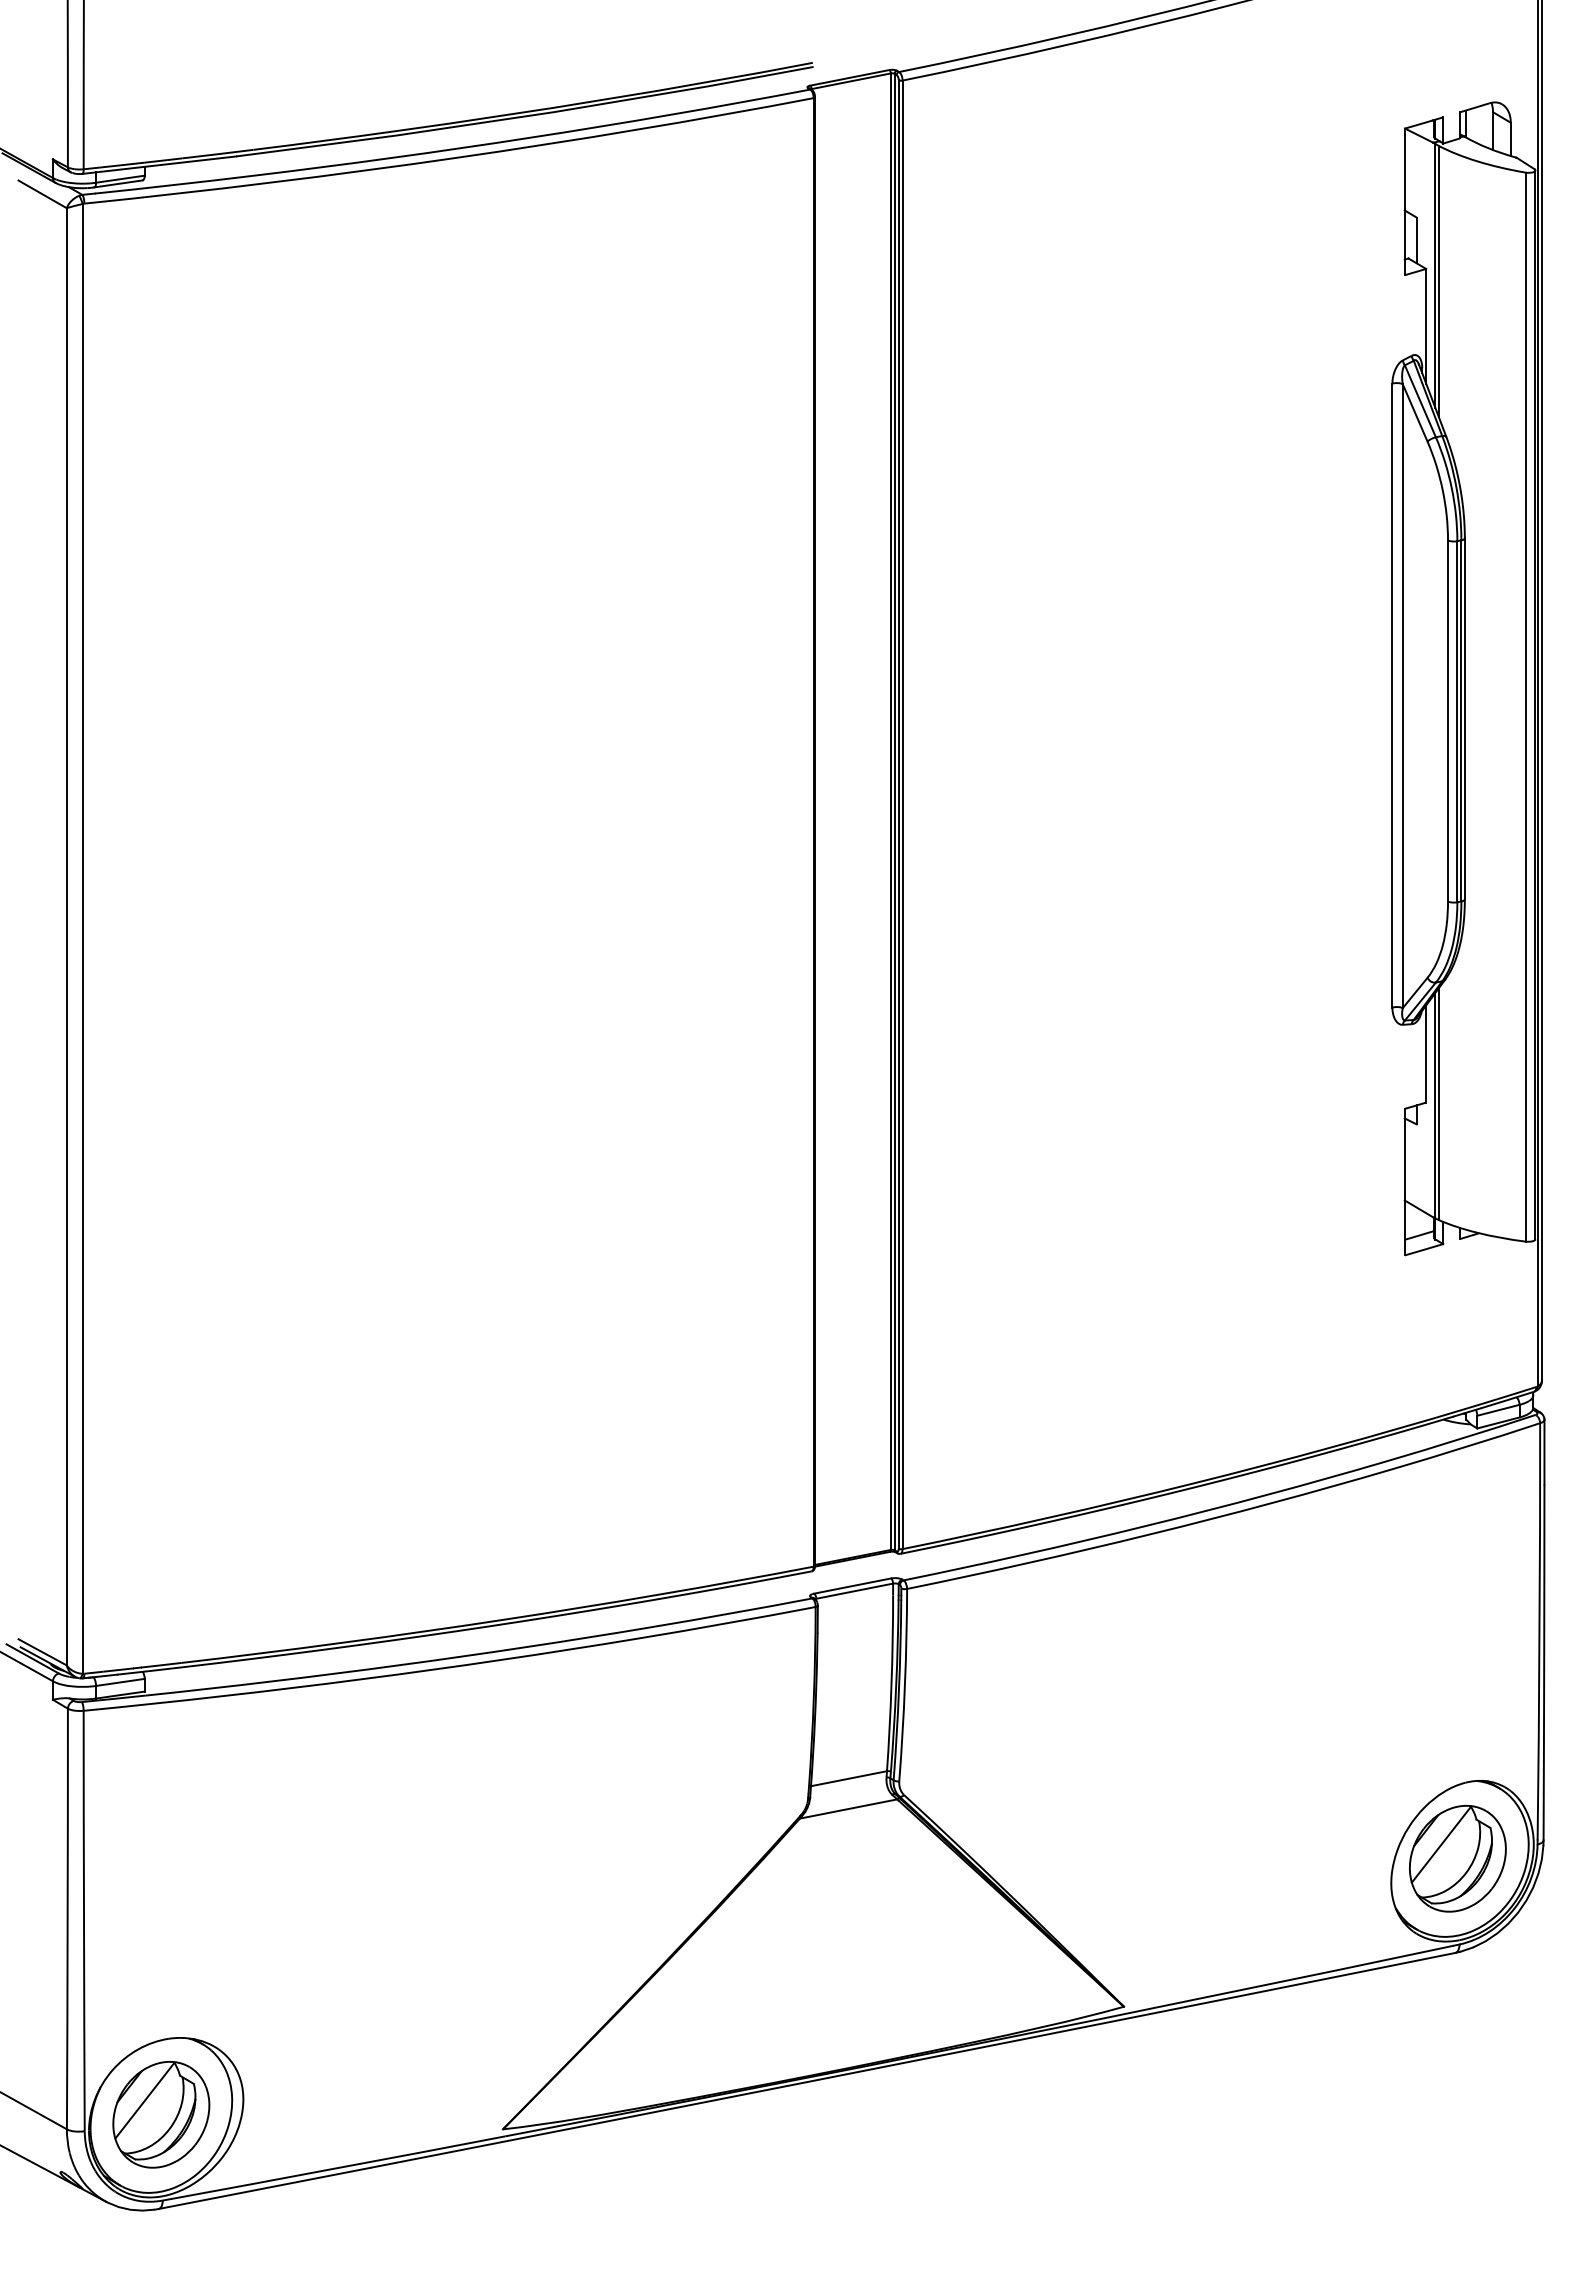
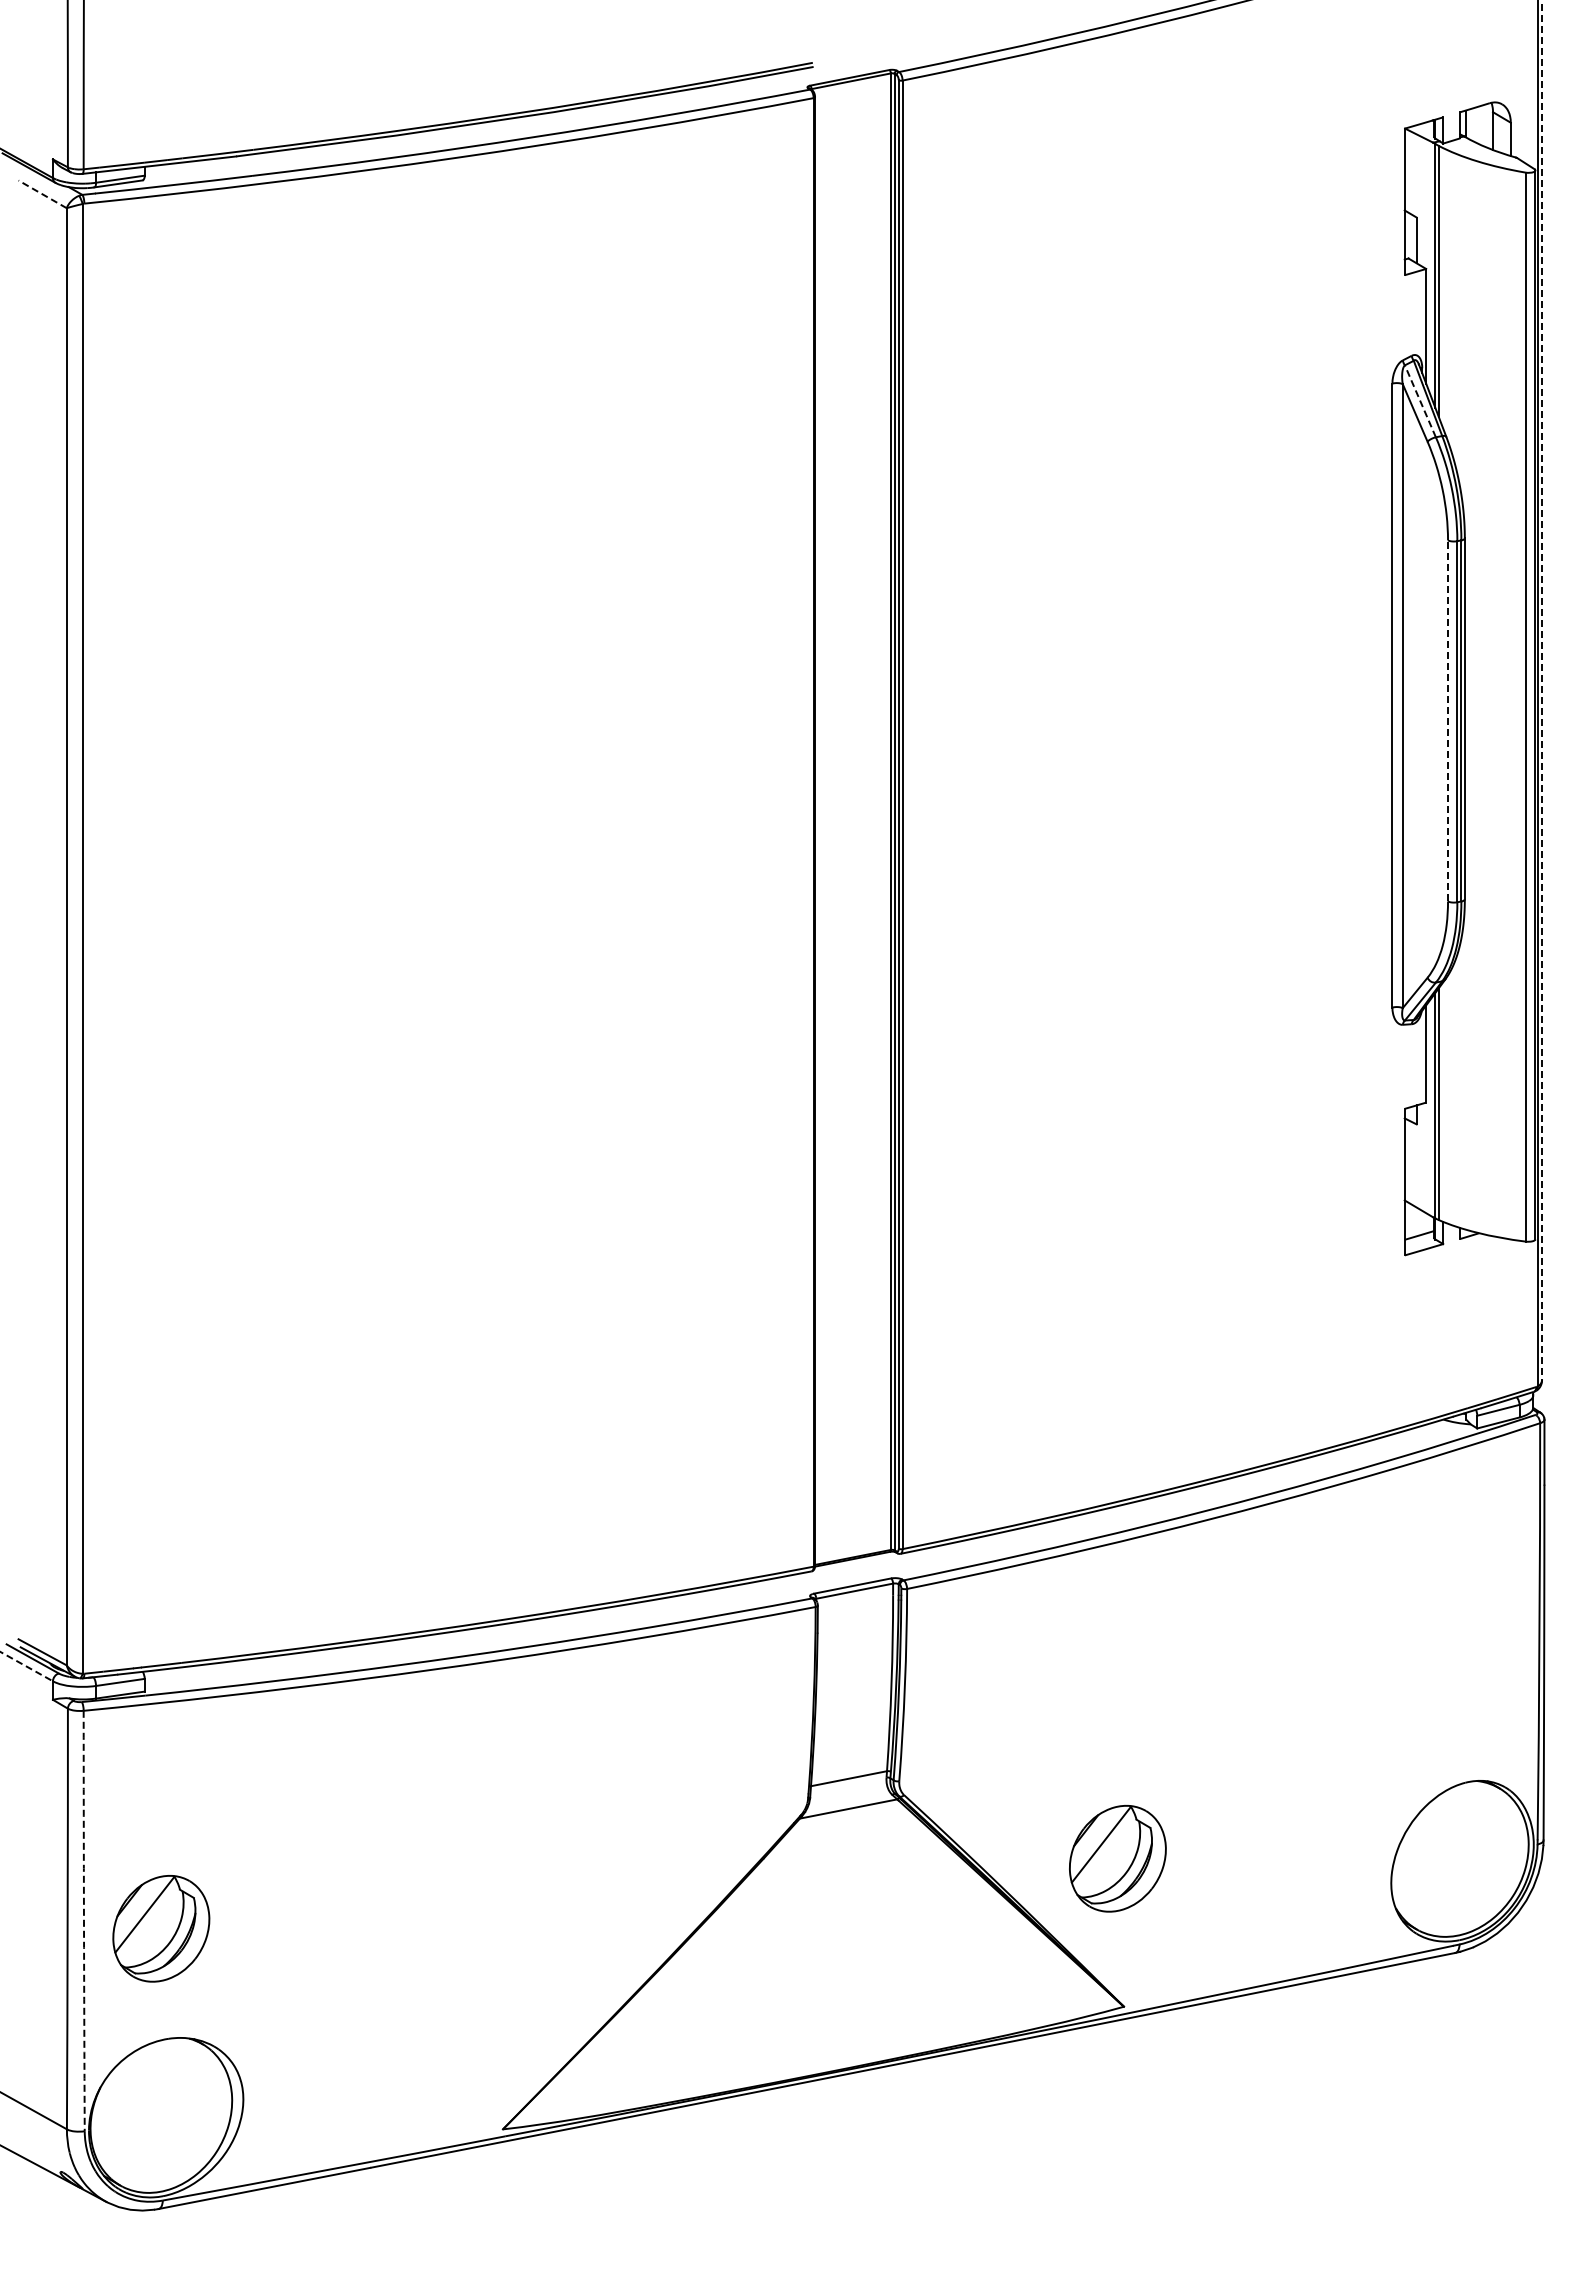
line at (42, 194): solid -> dashed
line at (1420, 400): solid -> dashed
line at (1542, 690): solid -> dashed
line at (1448, 720): solid -> dashed
line at (26, 1666): solid -> dashed
part at (1457, 1858) position: (1457, 1858) -> (1117, 1858)
arc at (83, 1921): solid -> dashed
part at (161, 2114) position: (161, 2114) -> (161, 1928)
